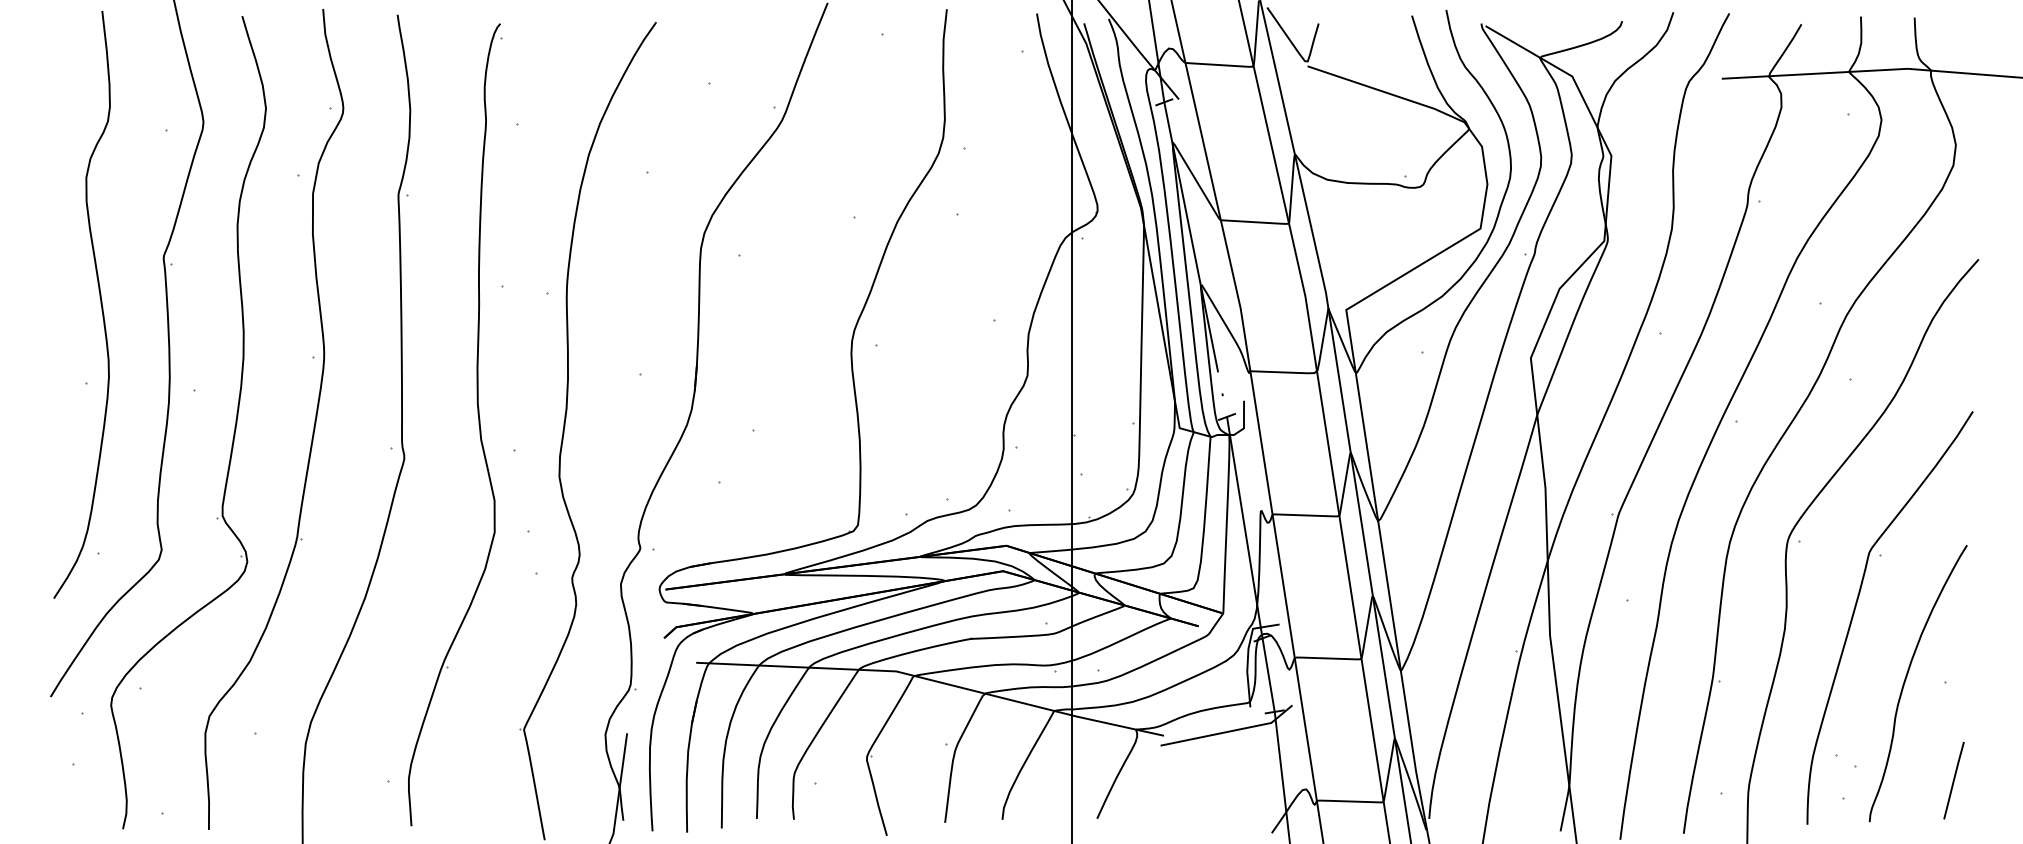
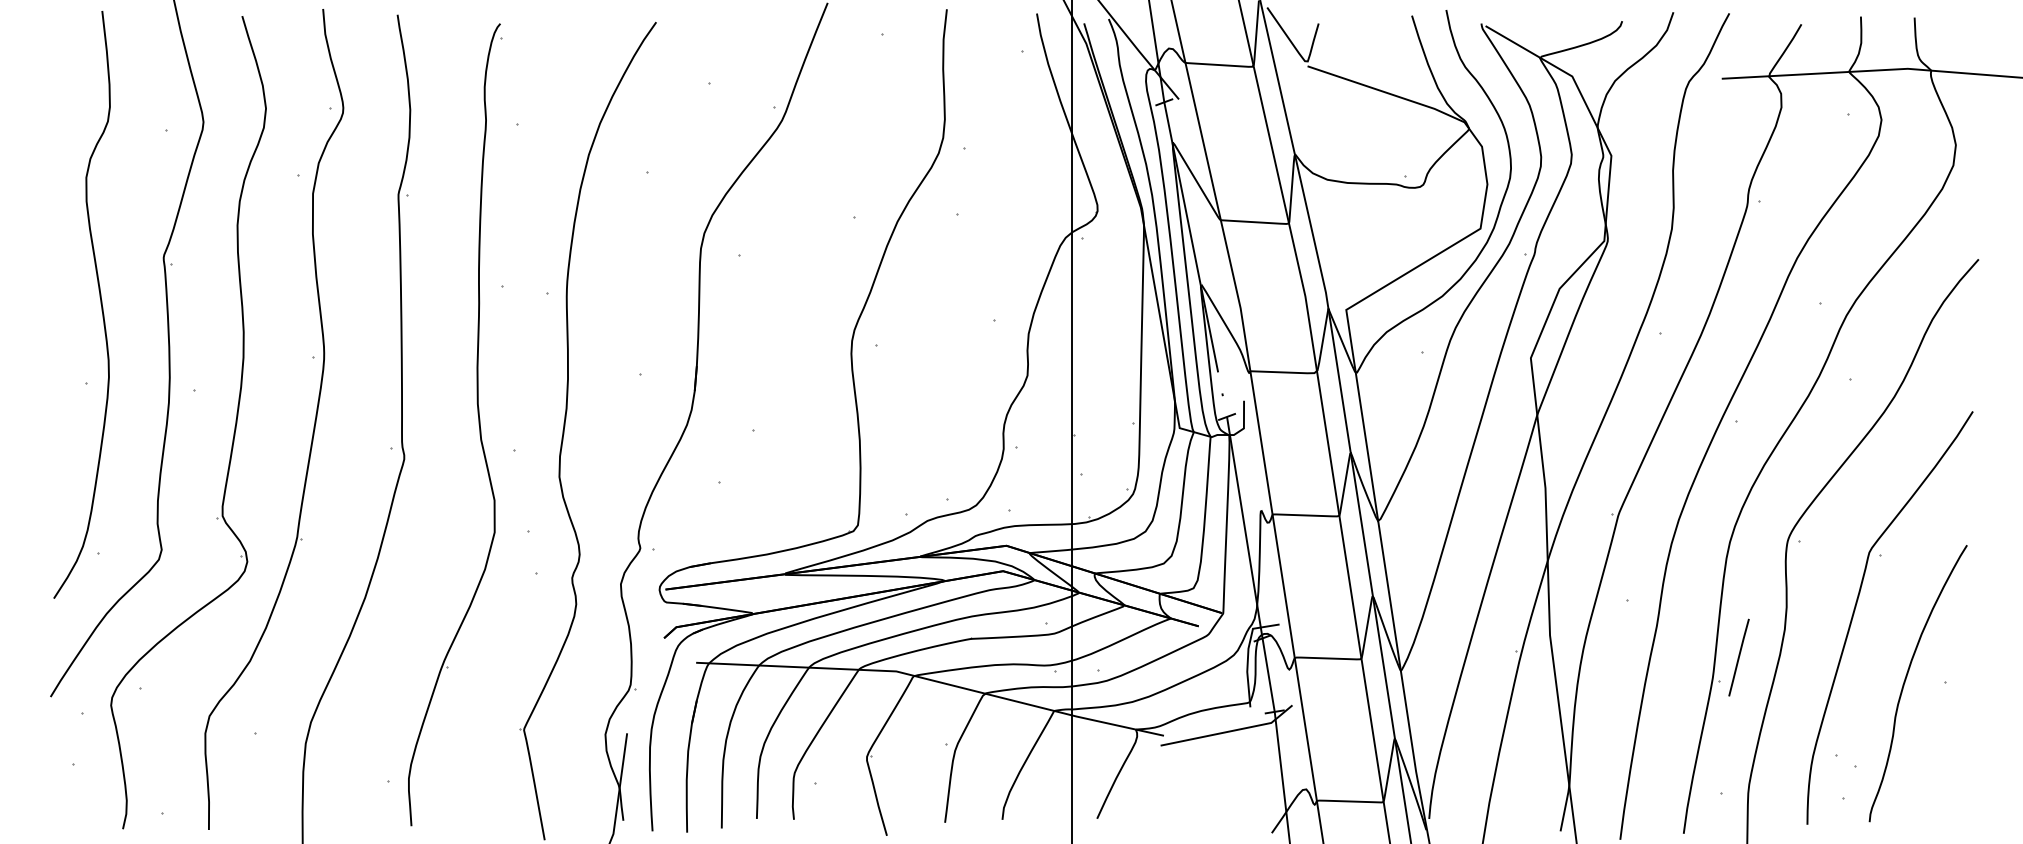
line at (1953, 780) position: (1953, 780) -> (1738, 657)
